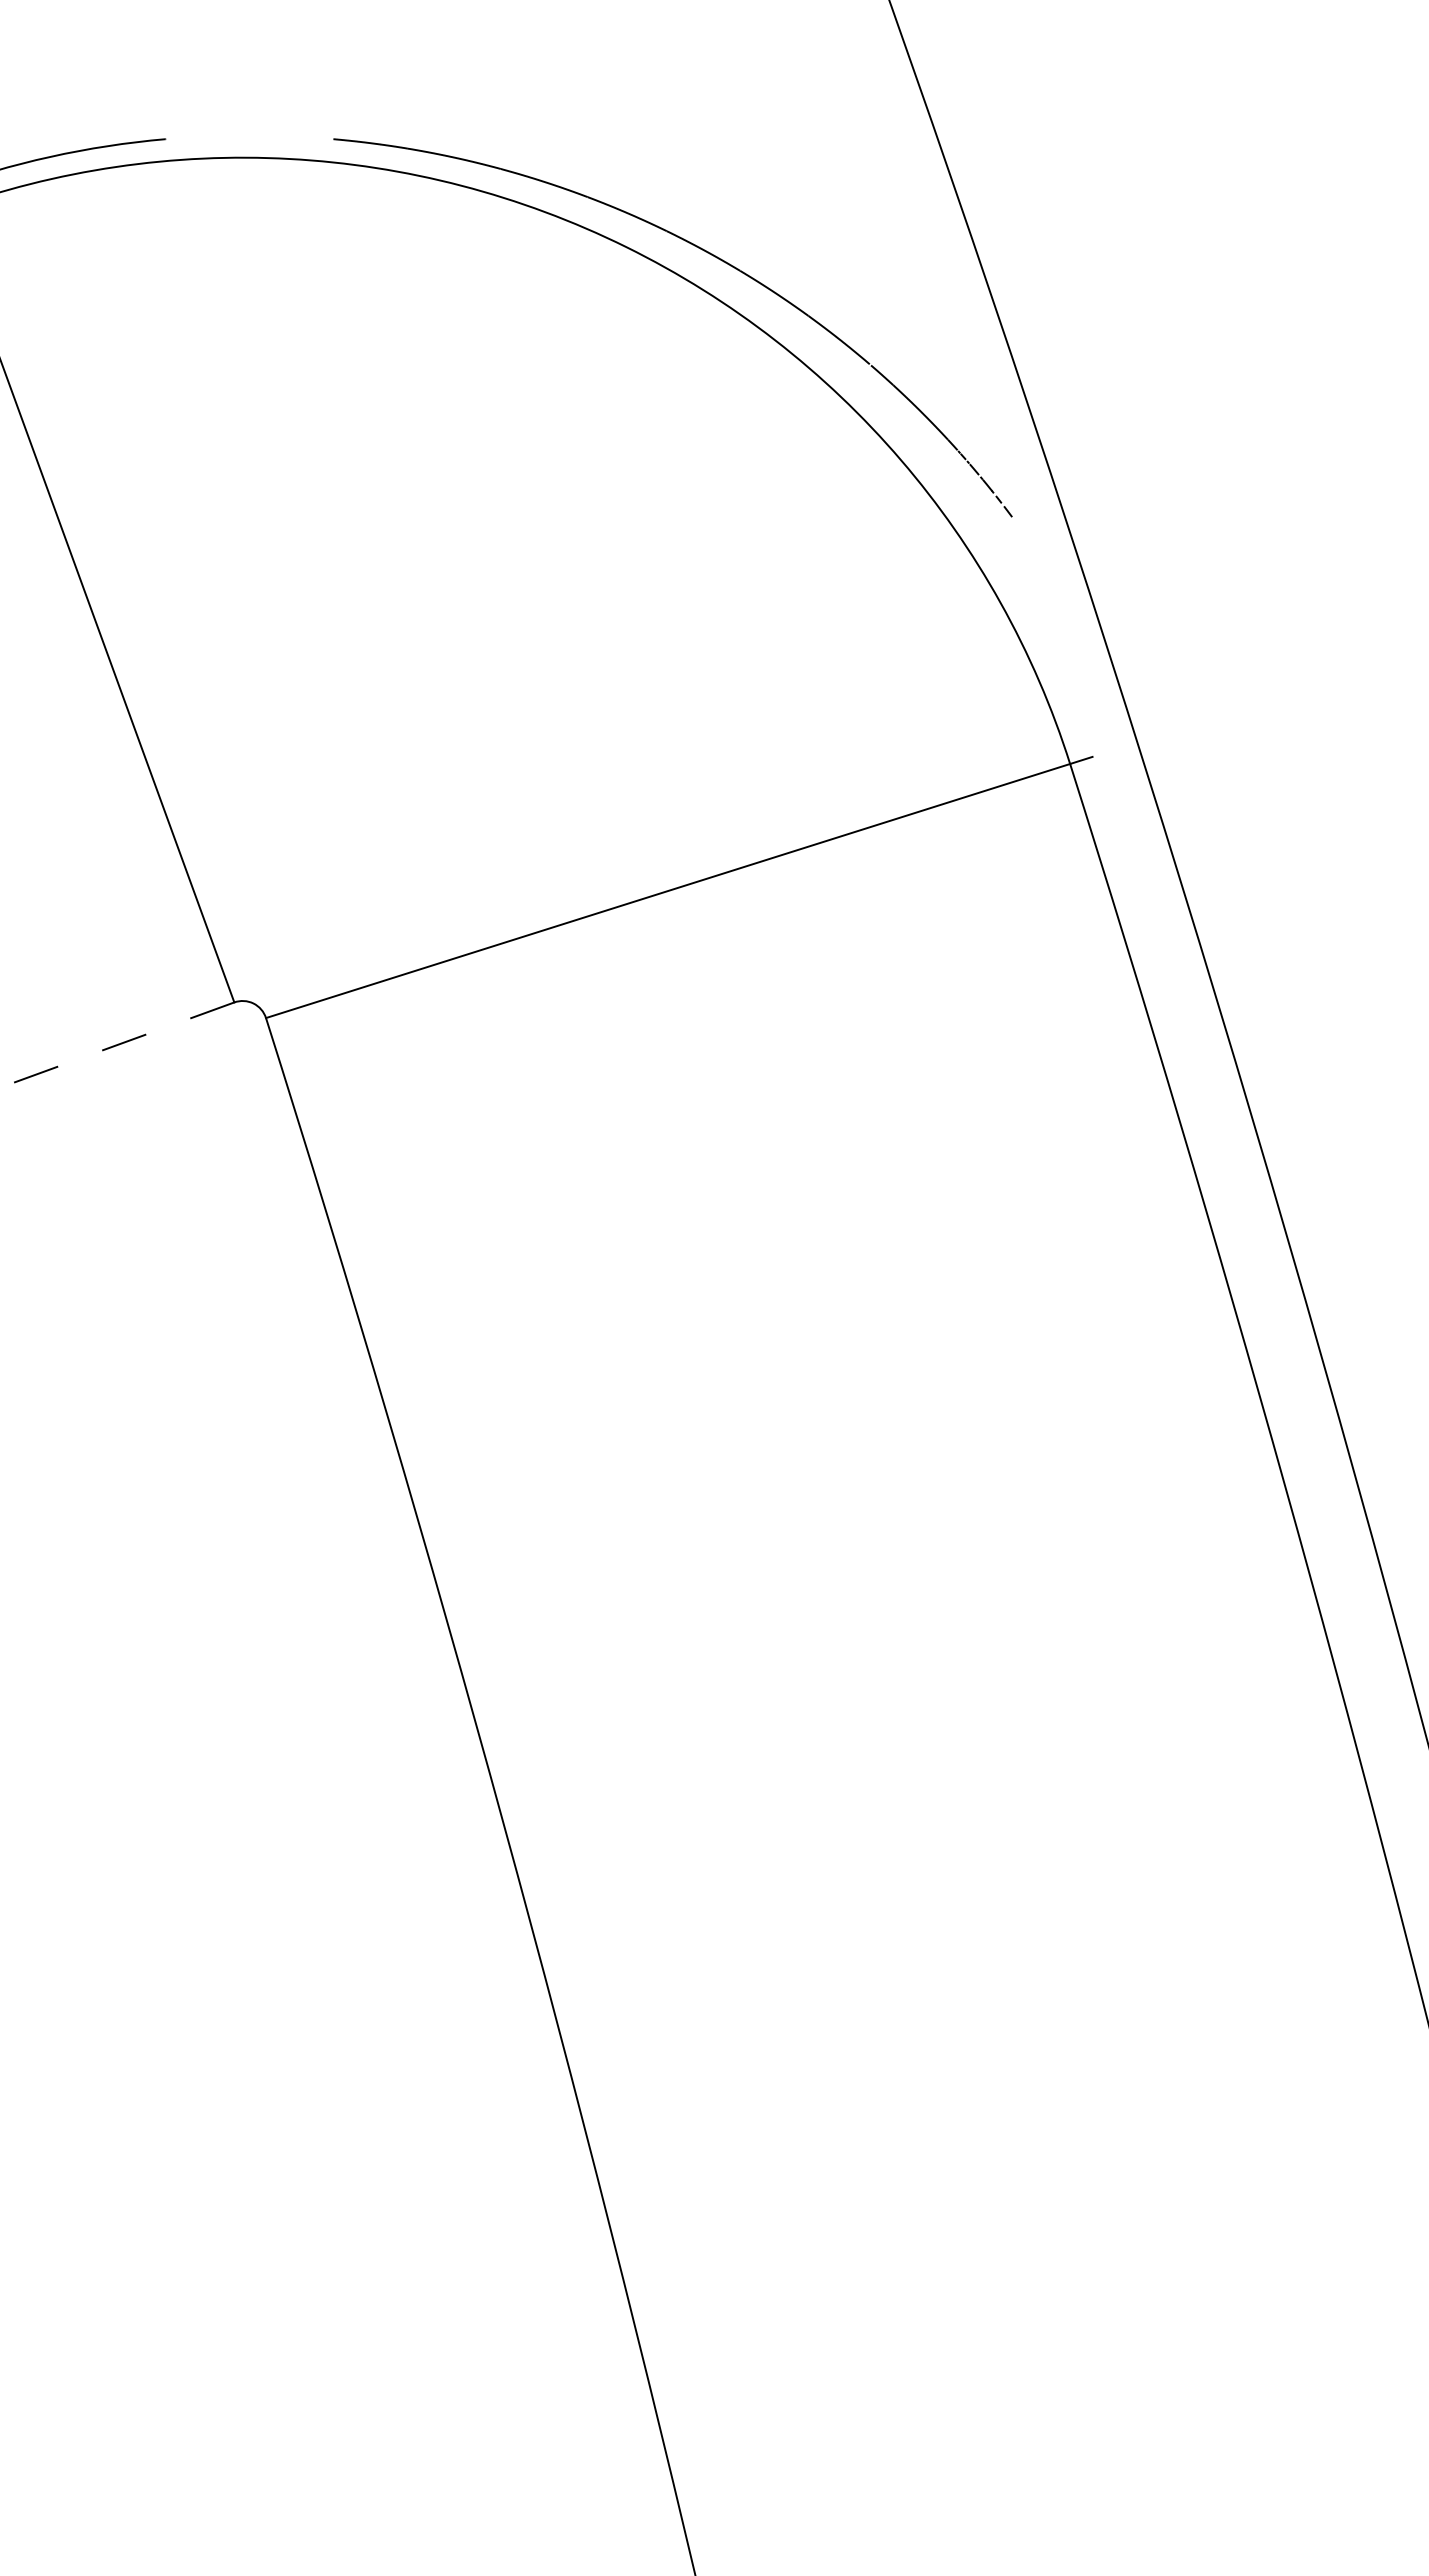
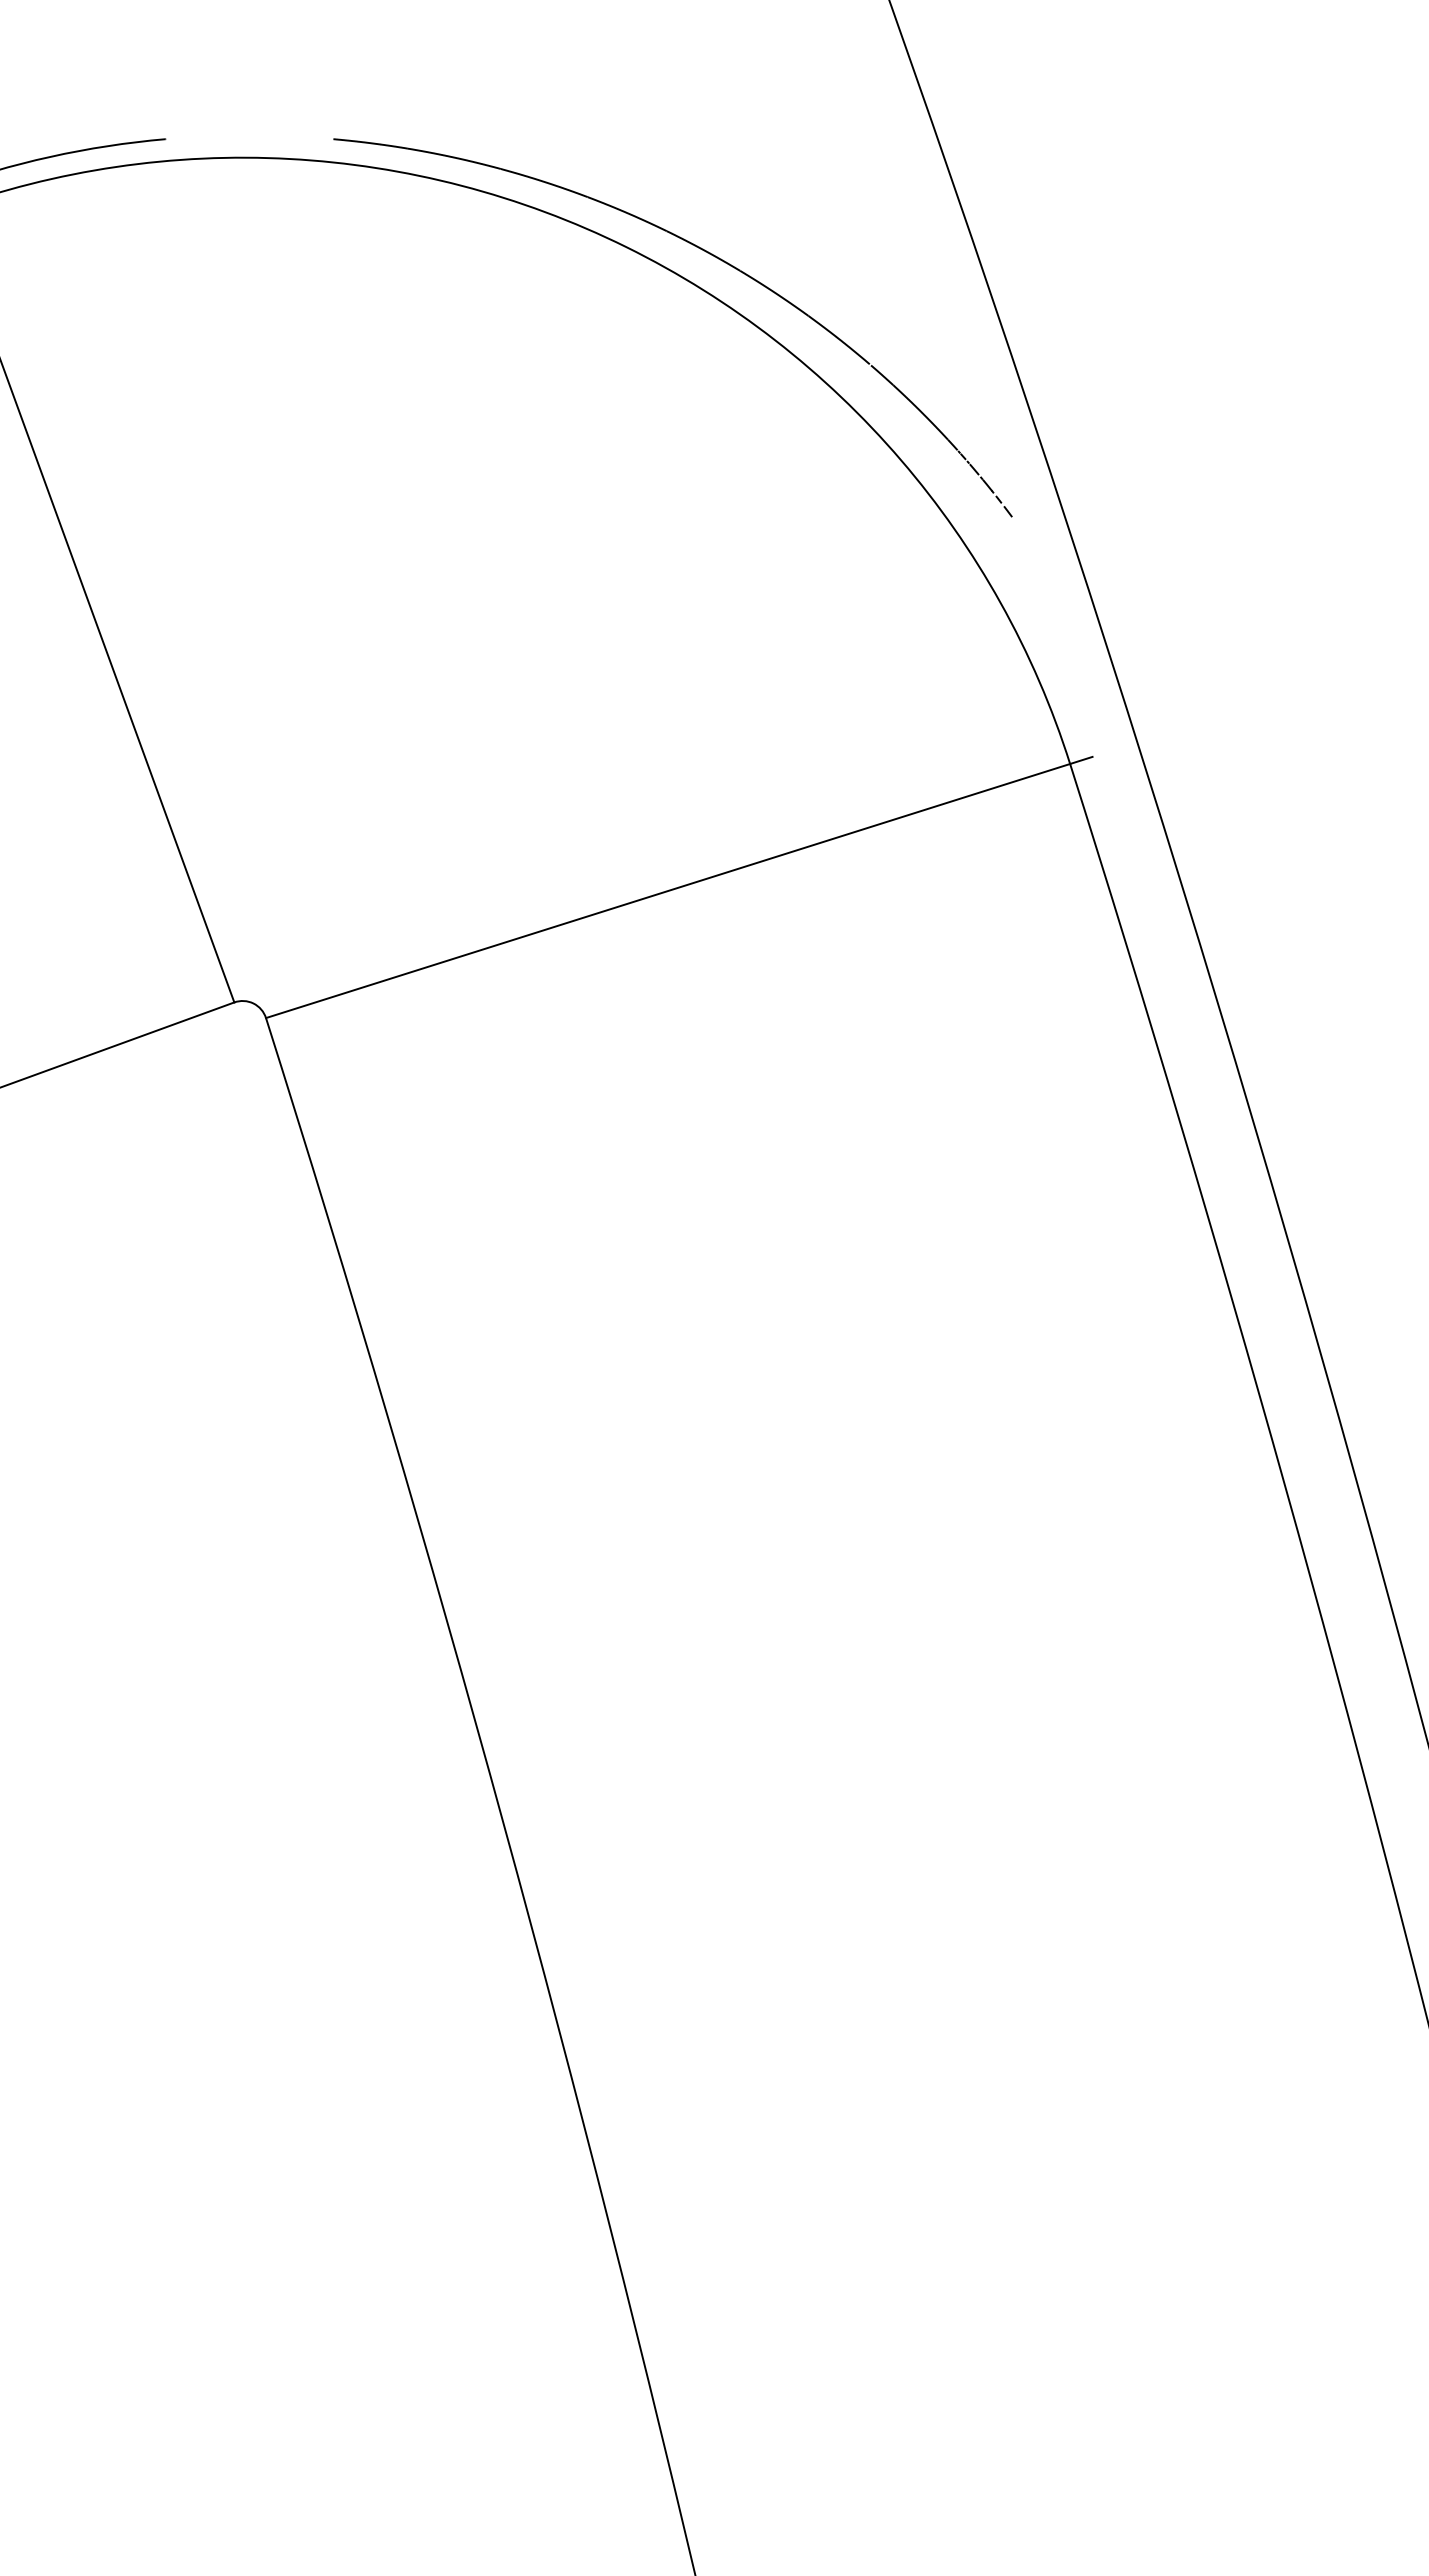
line at (116, 1045): dashed -> solid
